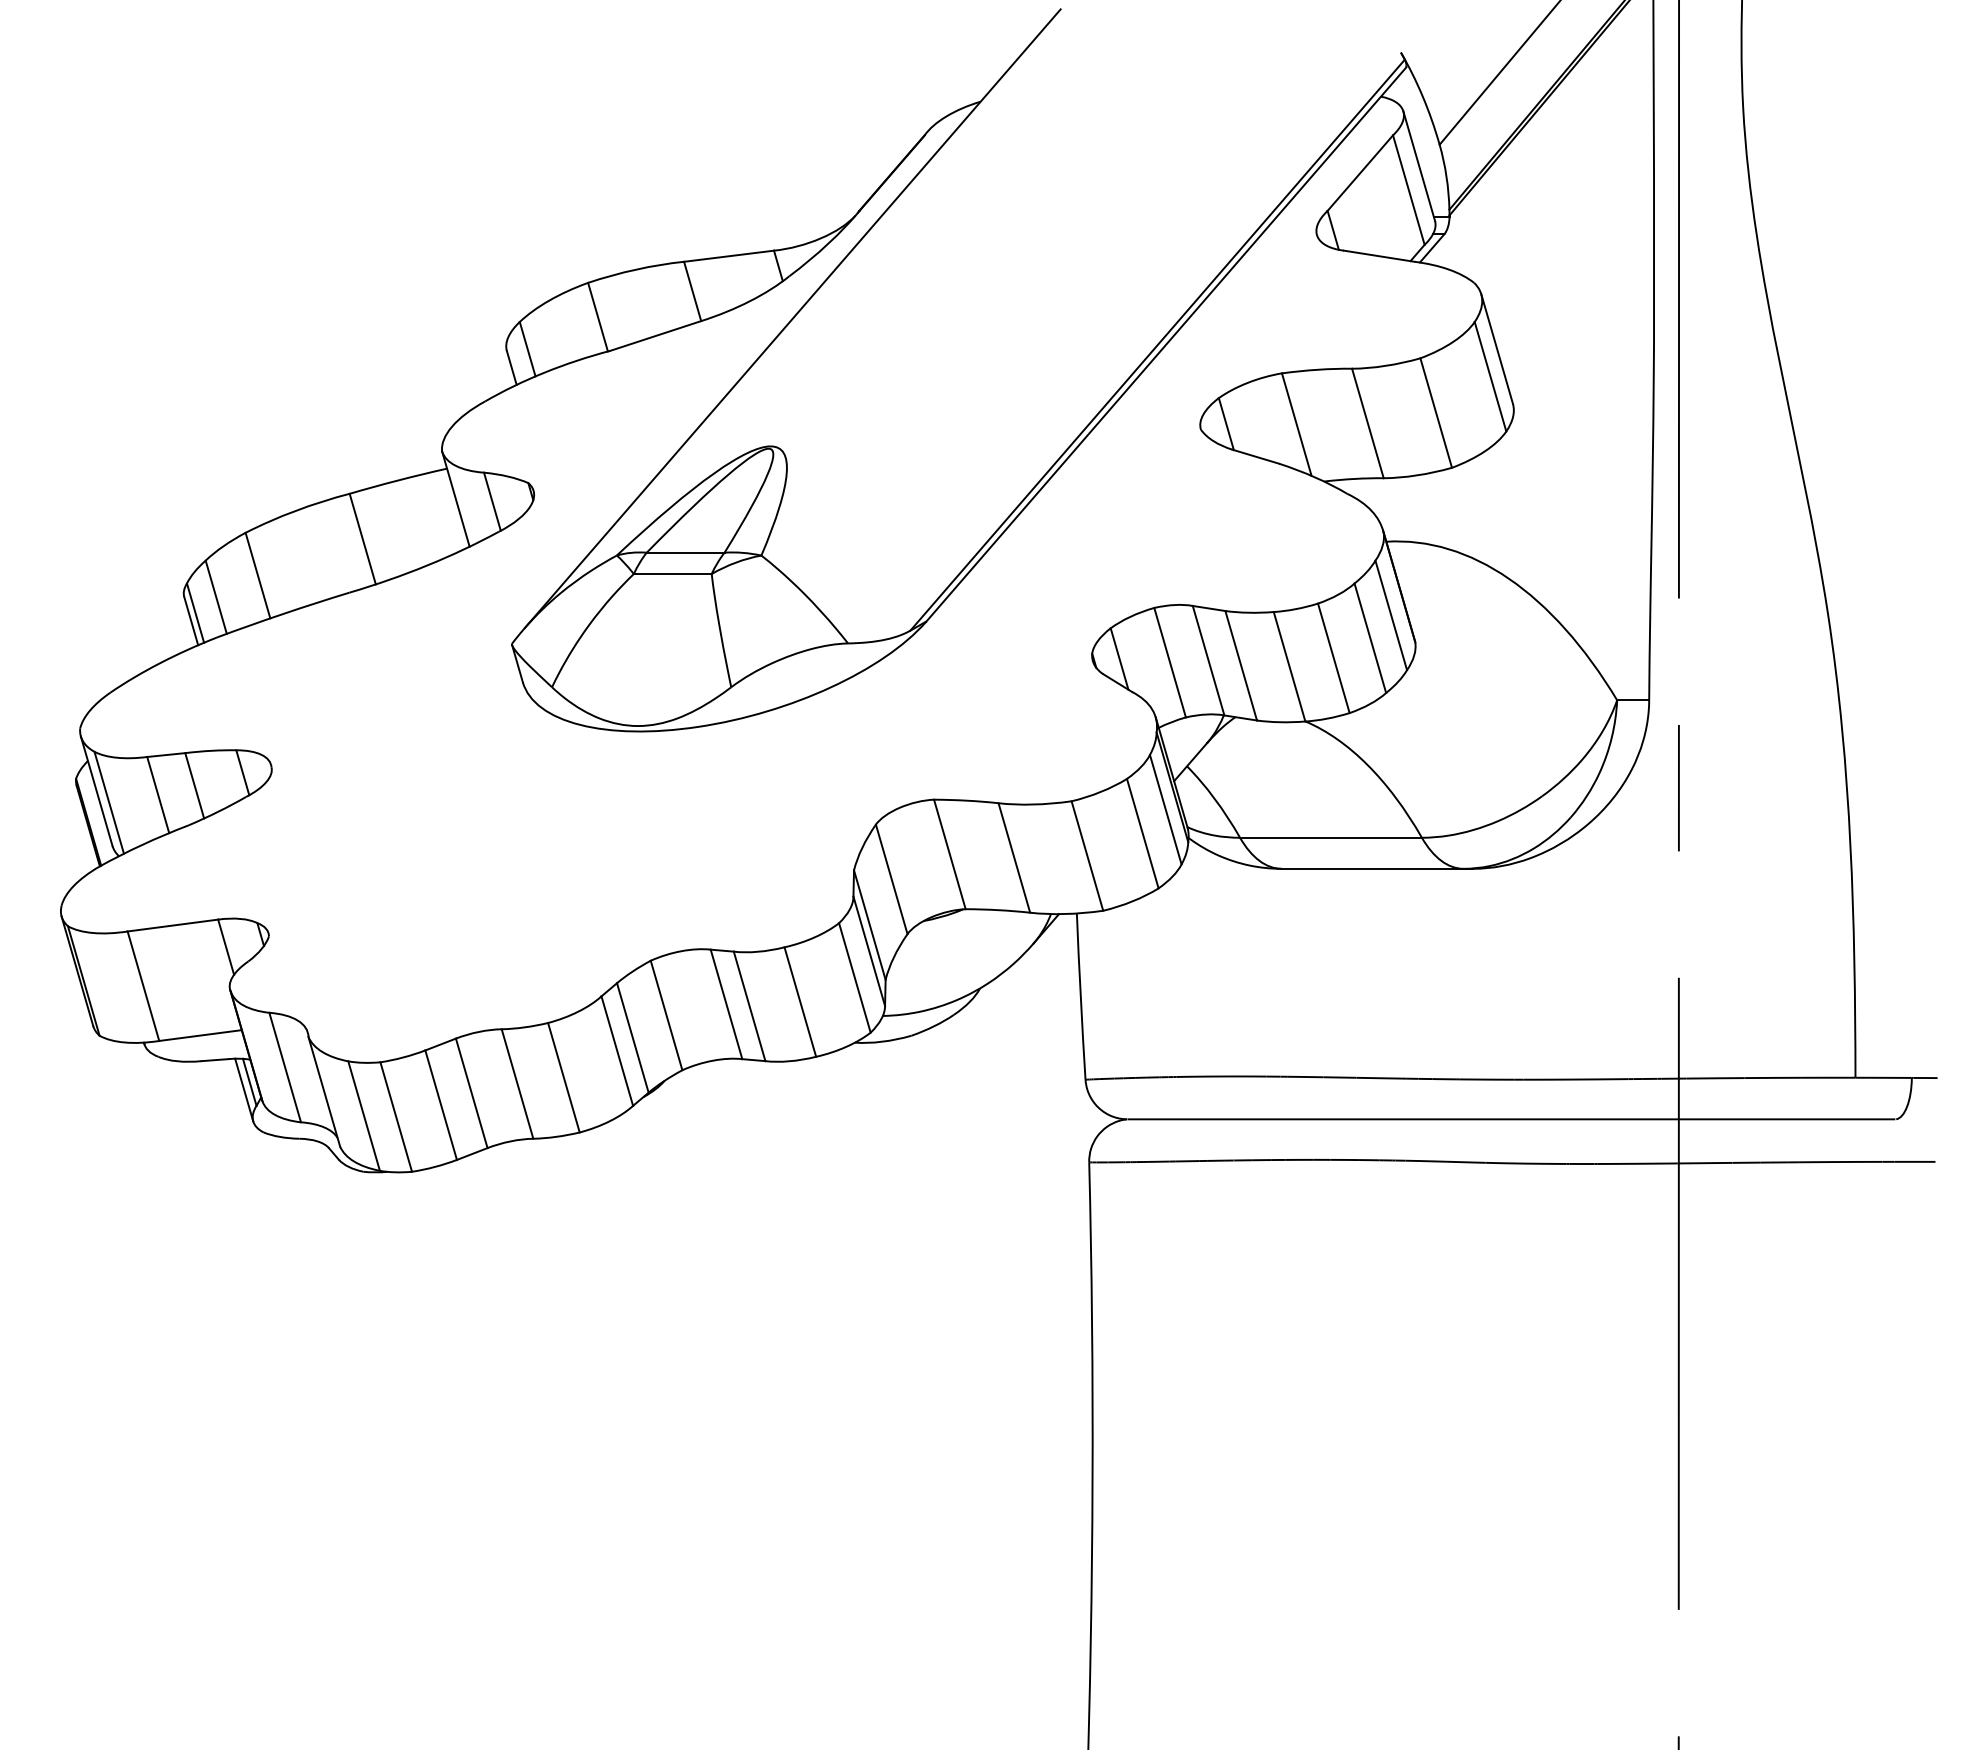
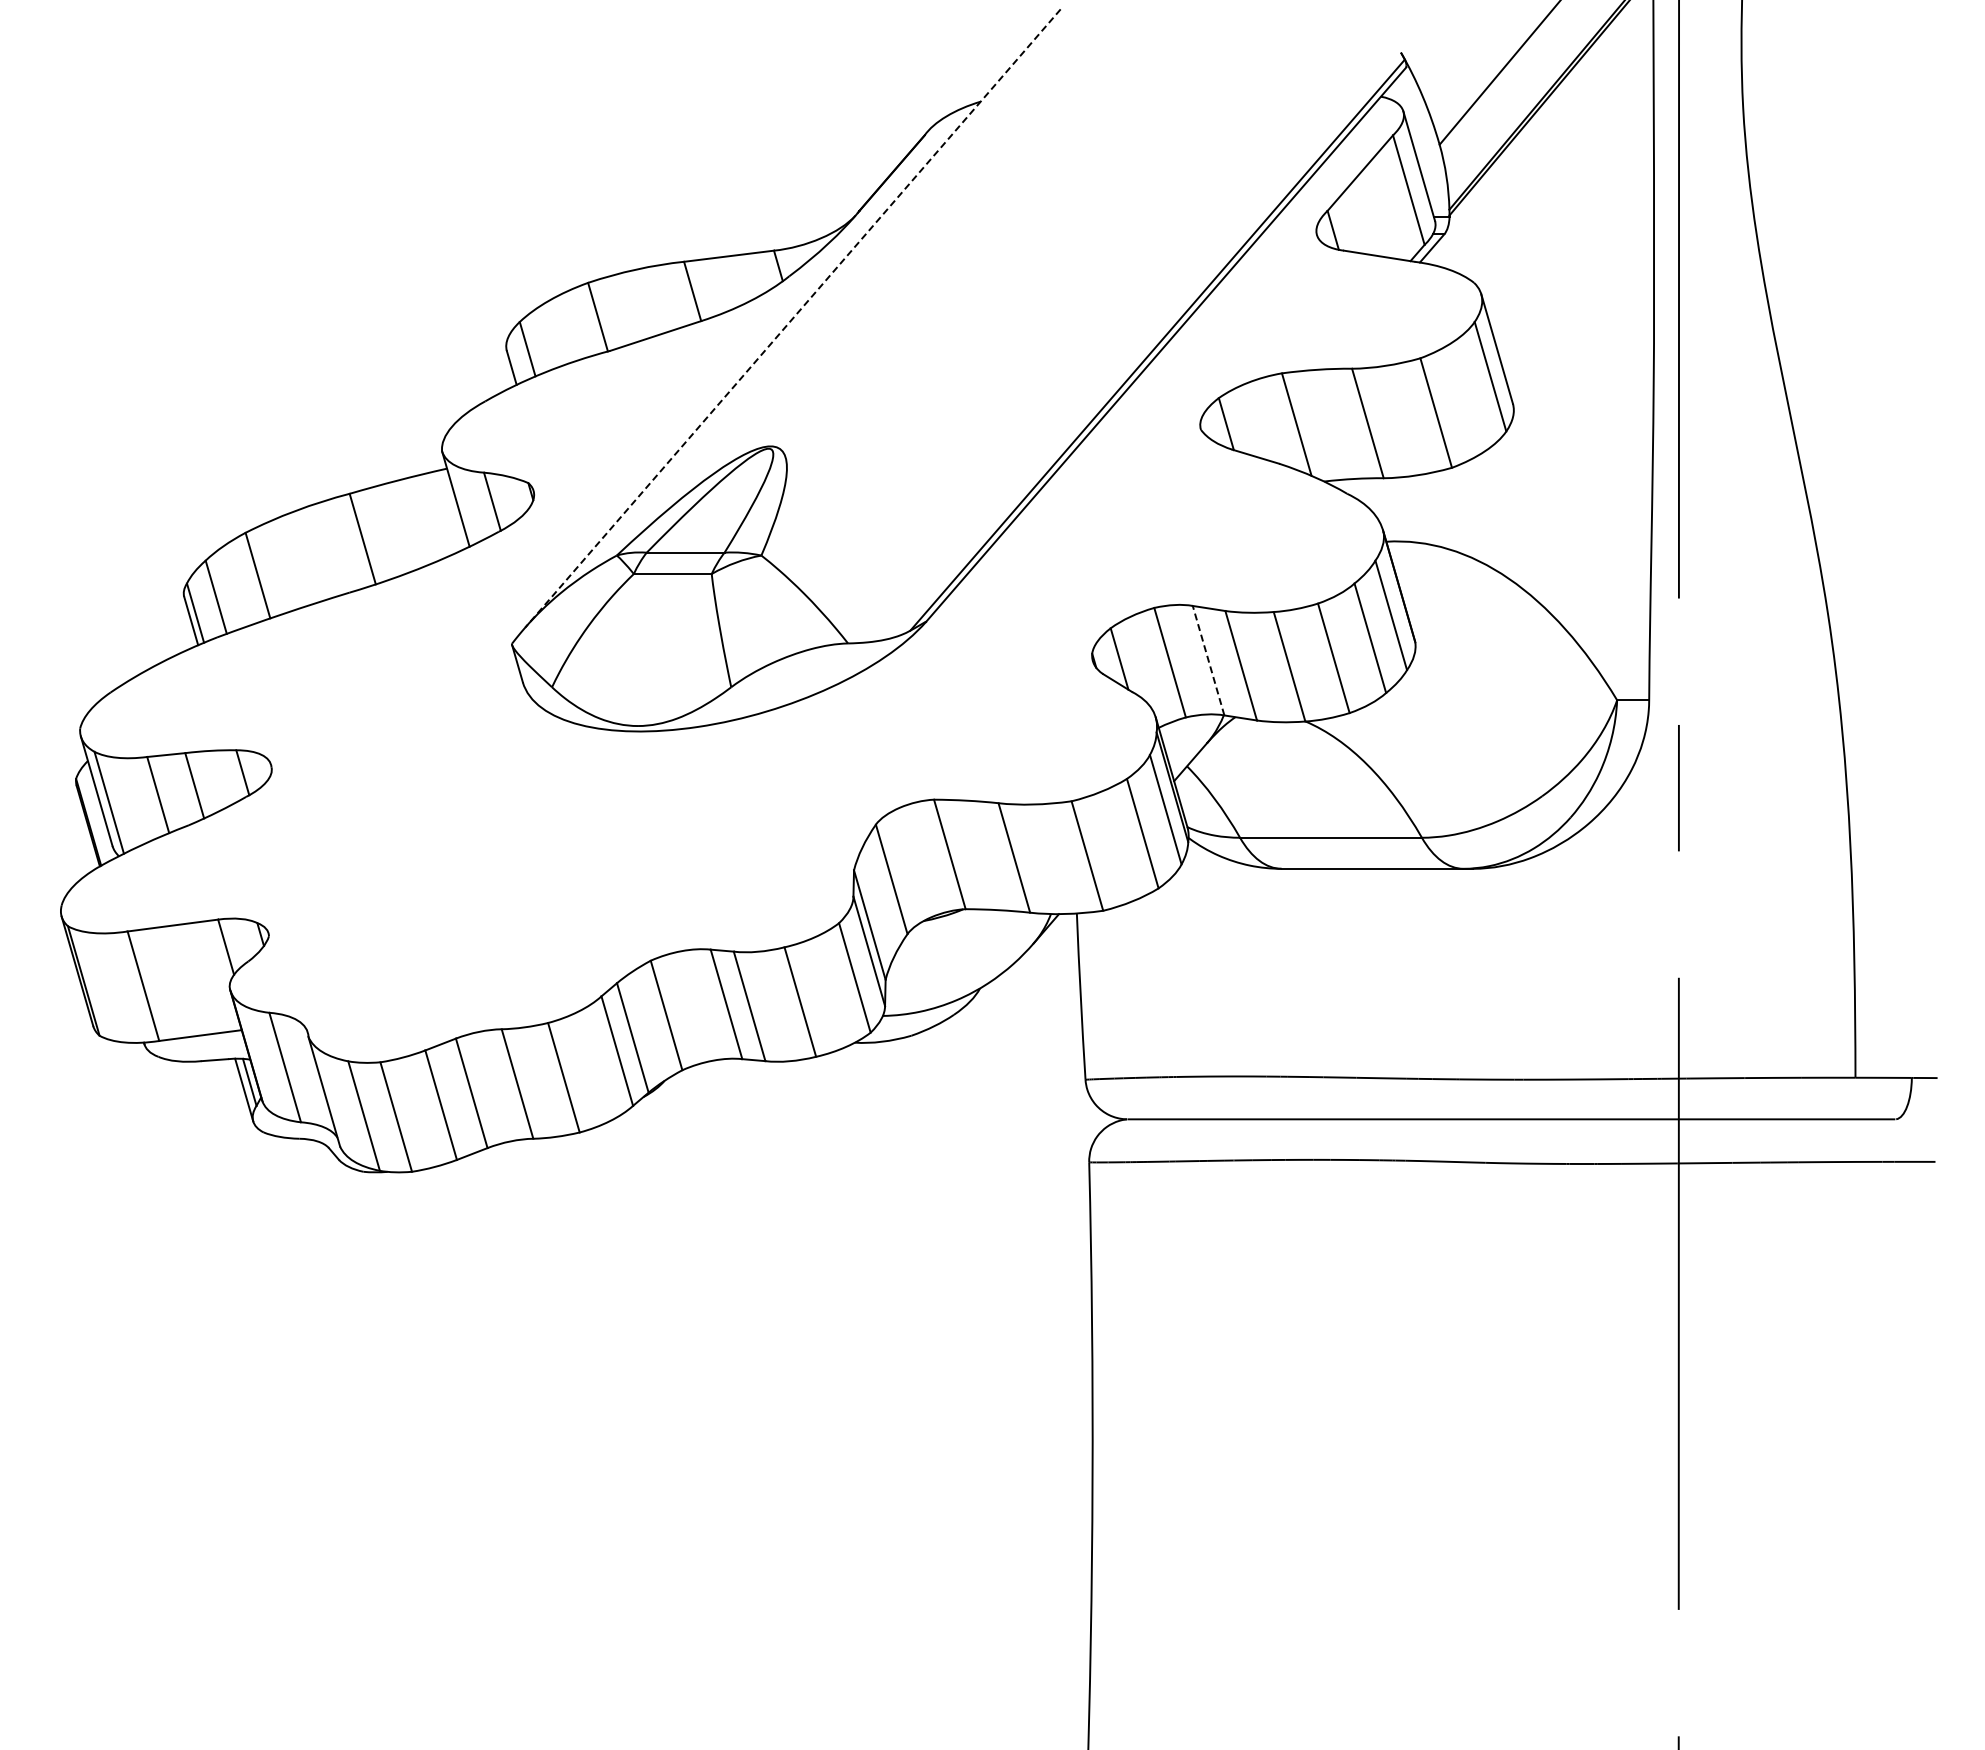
line at (792, 319): solid -> dashed
line at (1208, 660): solid -> dashed
